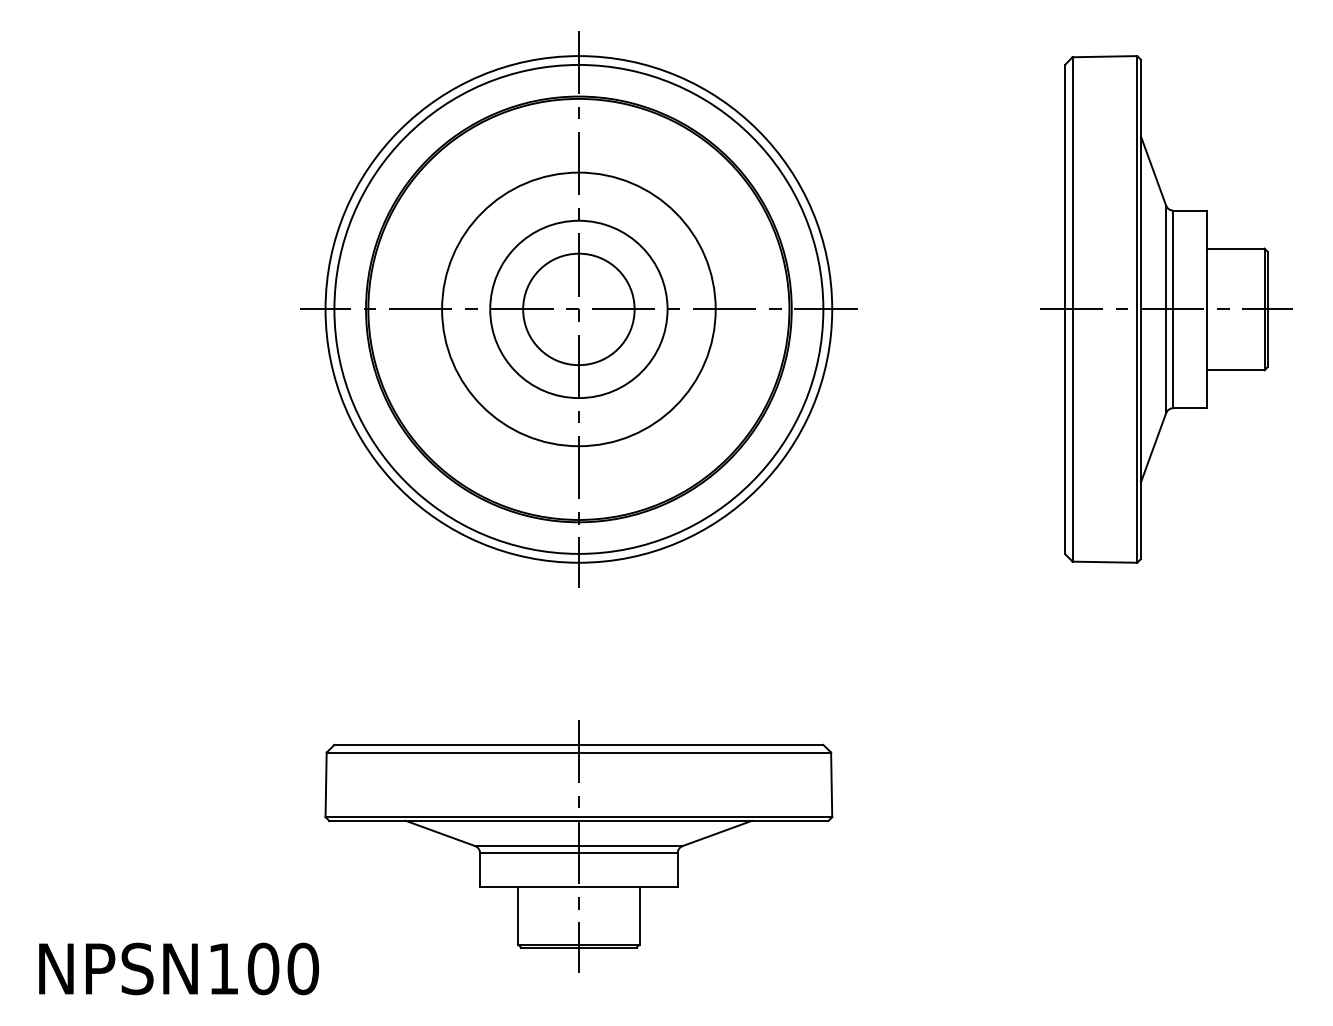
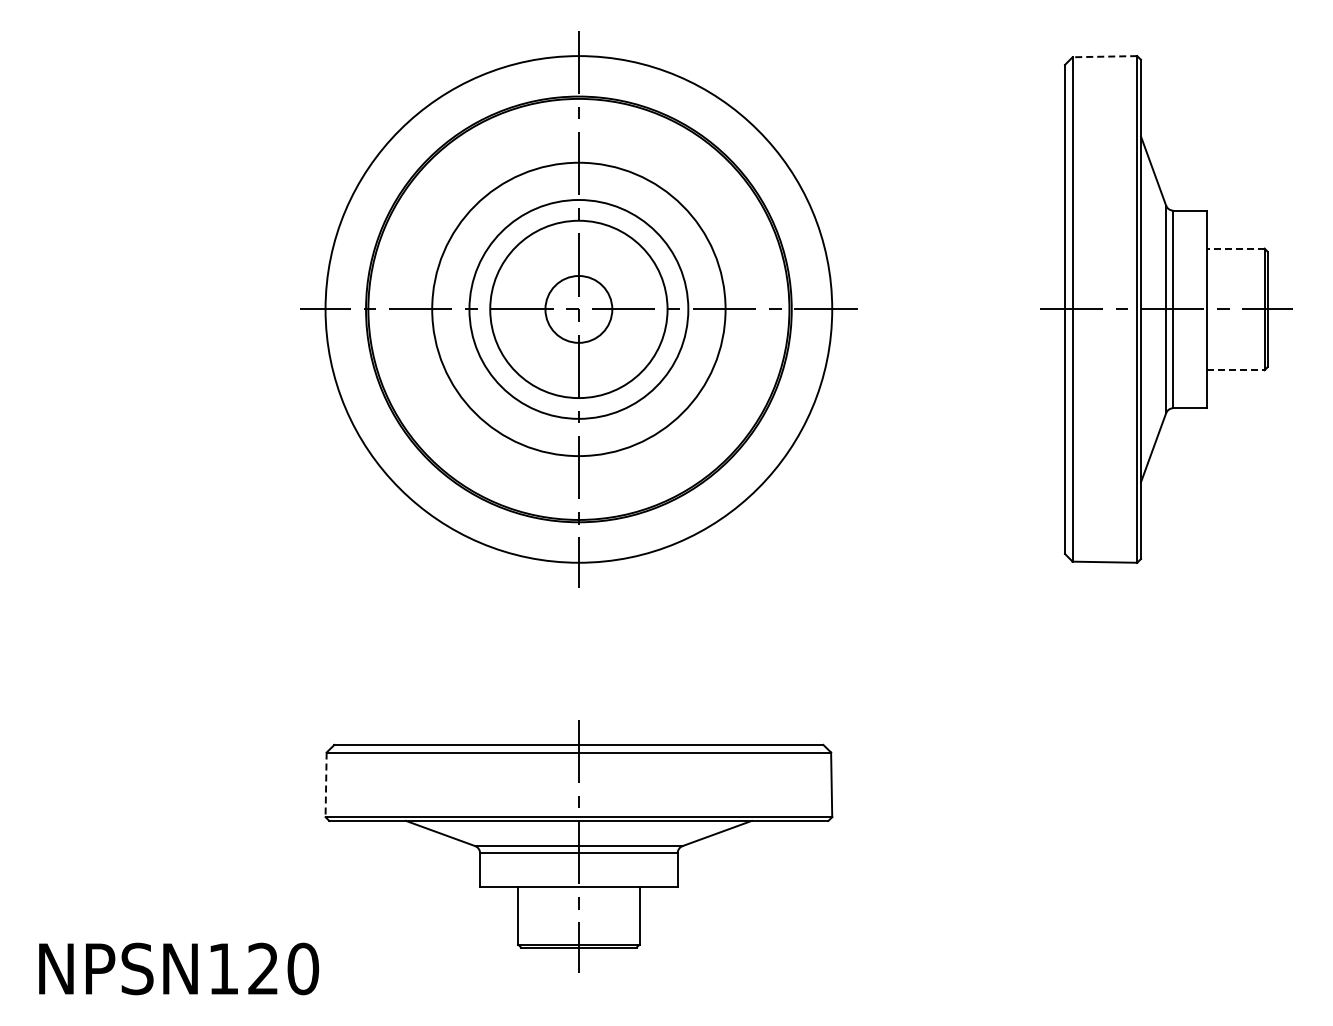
line at (1104, 56): solid -> dashed
line at (1235, 248): solid -> dashed
circle at (578, 308) diameter: 489 px -> 293 px
circle at (578, 309) diameter: 111 px -> 67 px
circle at (578, 309) diameter: 274 px -> 219 px
line at (1235, 370): solid -> dashed
line at (326, 785): solid -> dashed
text at (263, 968): NPSN100 -> NPSN120
